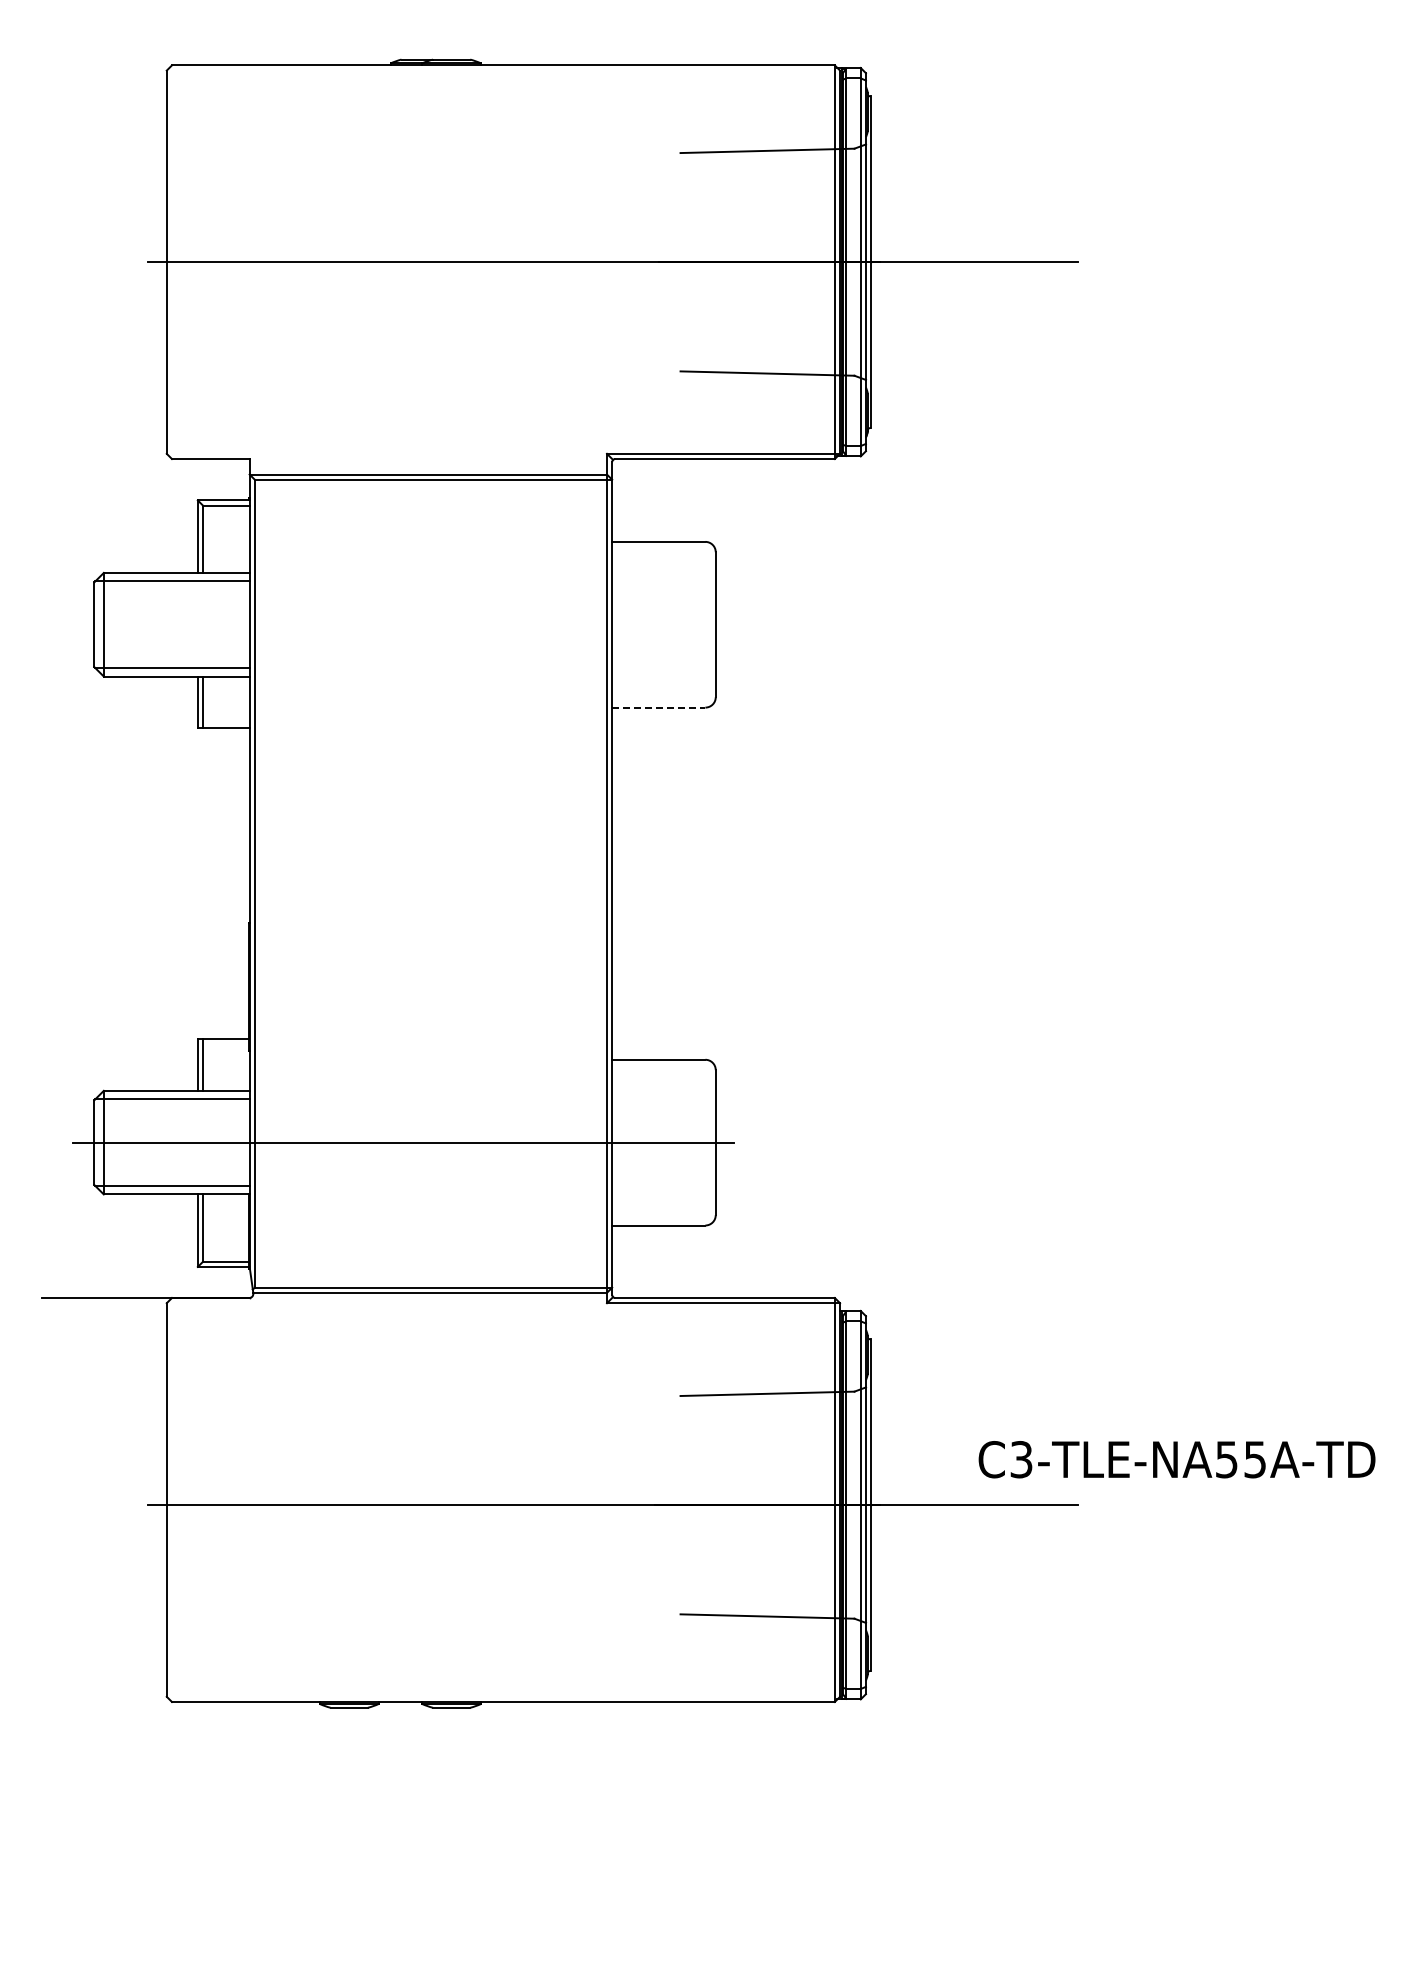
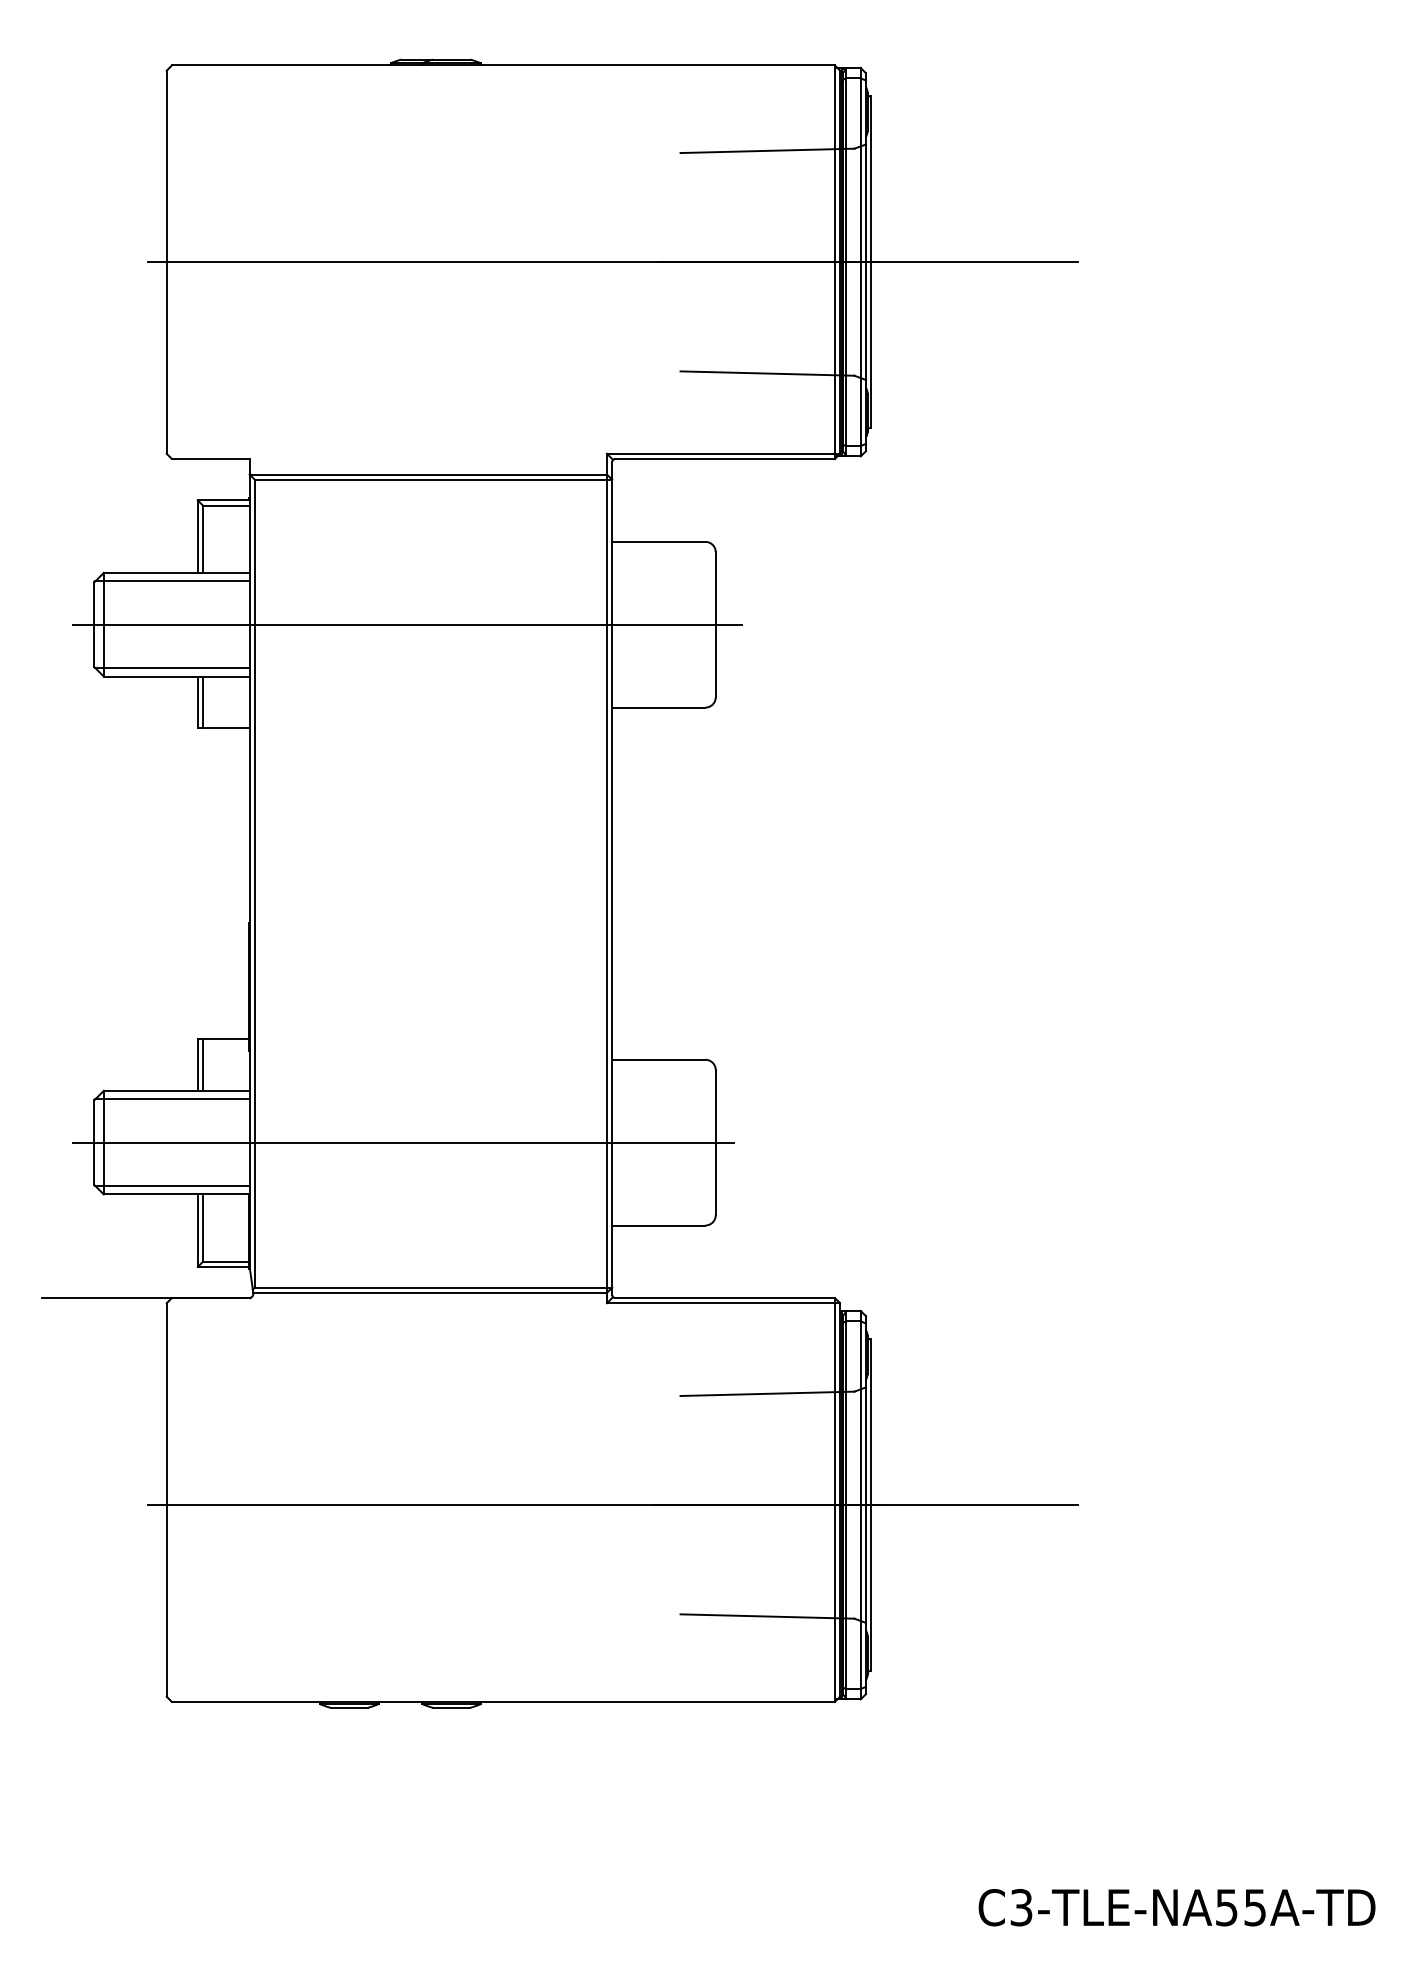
line at (407, 624): none -> present
line at (658, 707): dashed -> solid
text at (1176, 1459) position: (1176, 1459) -> (1176, 1907)
